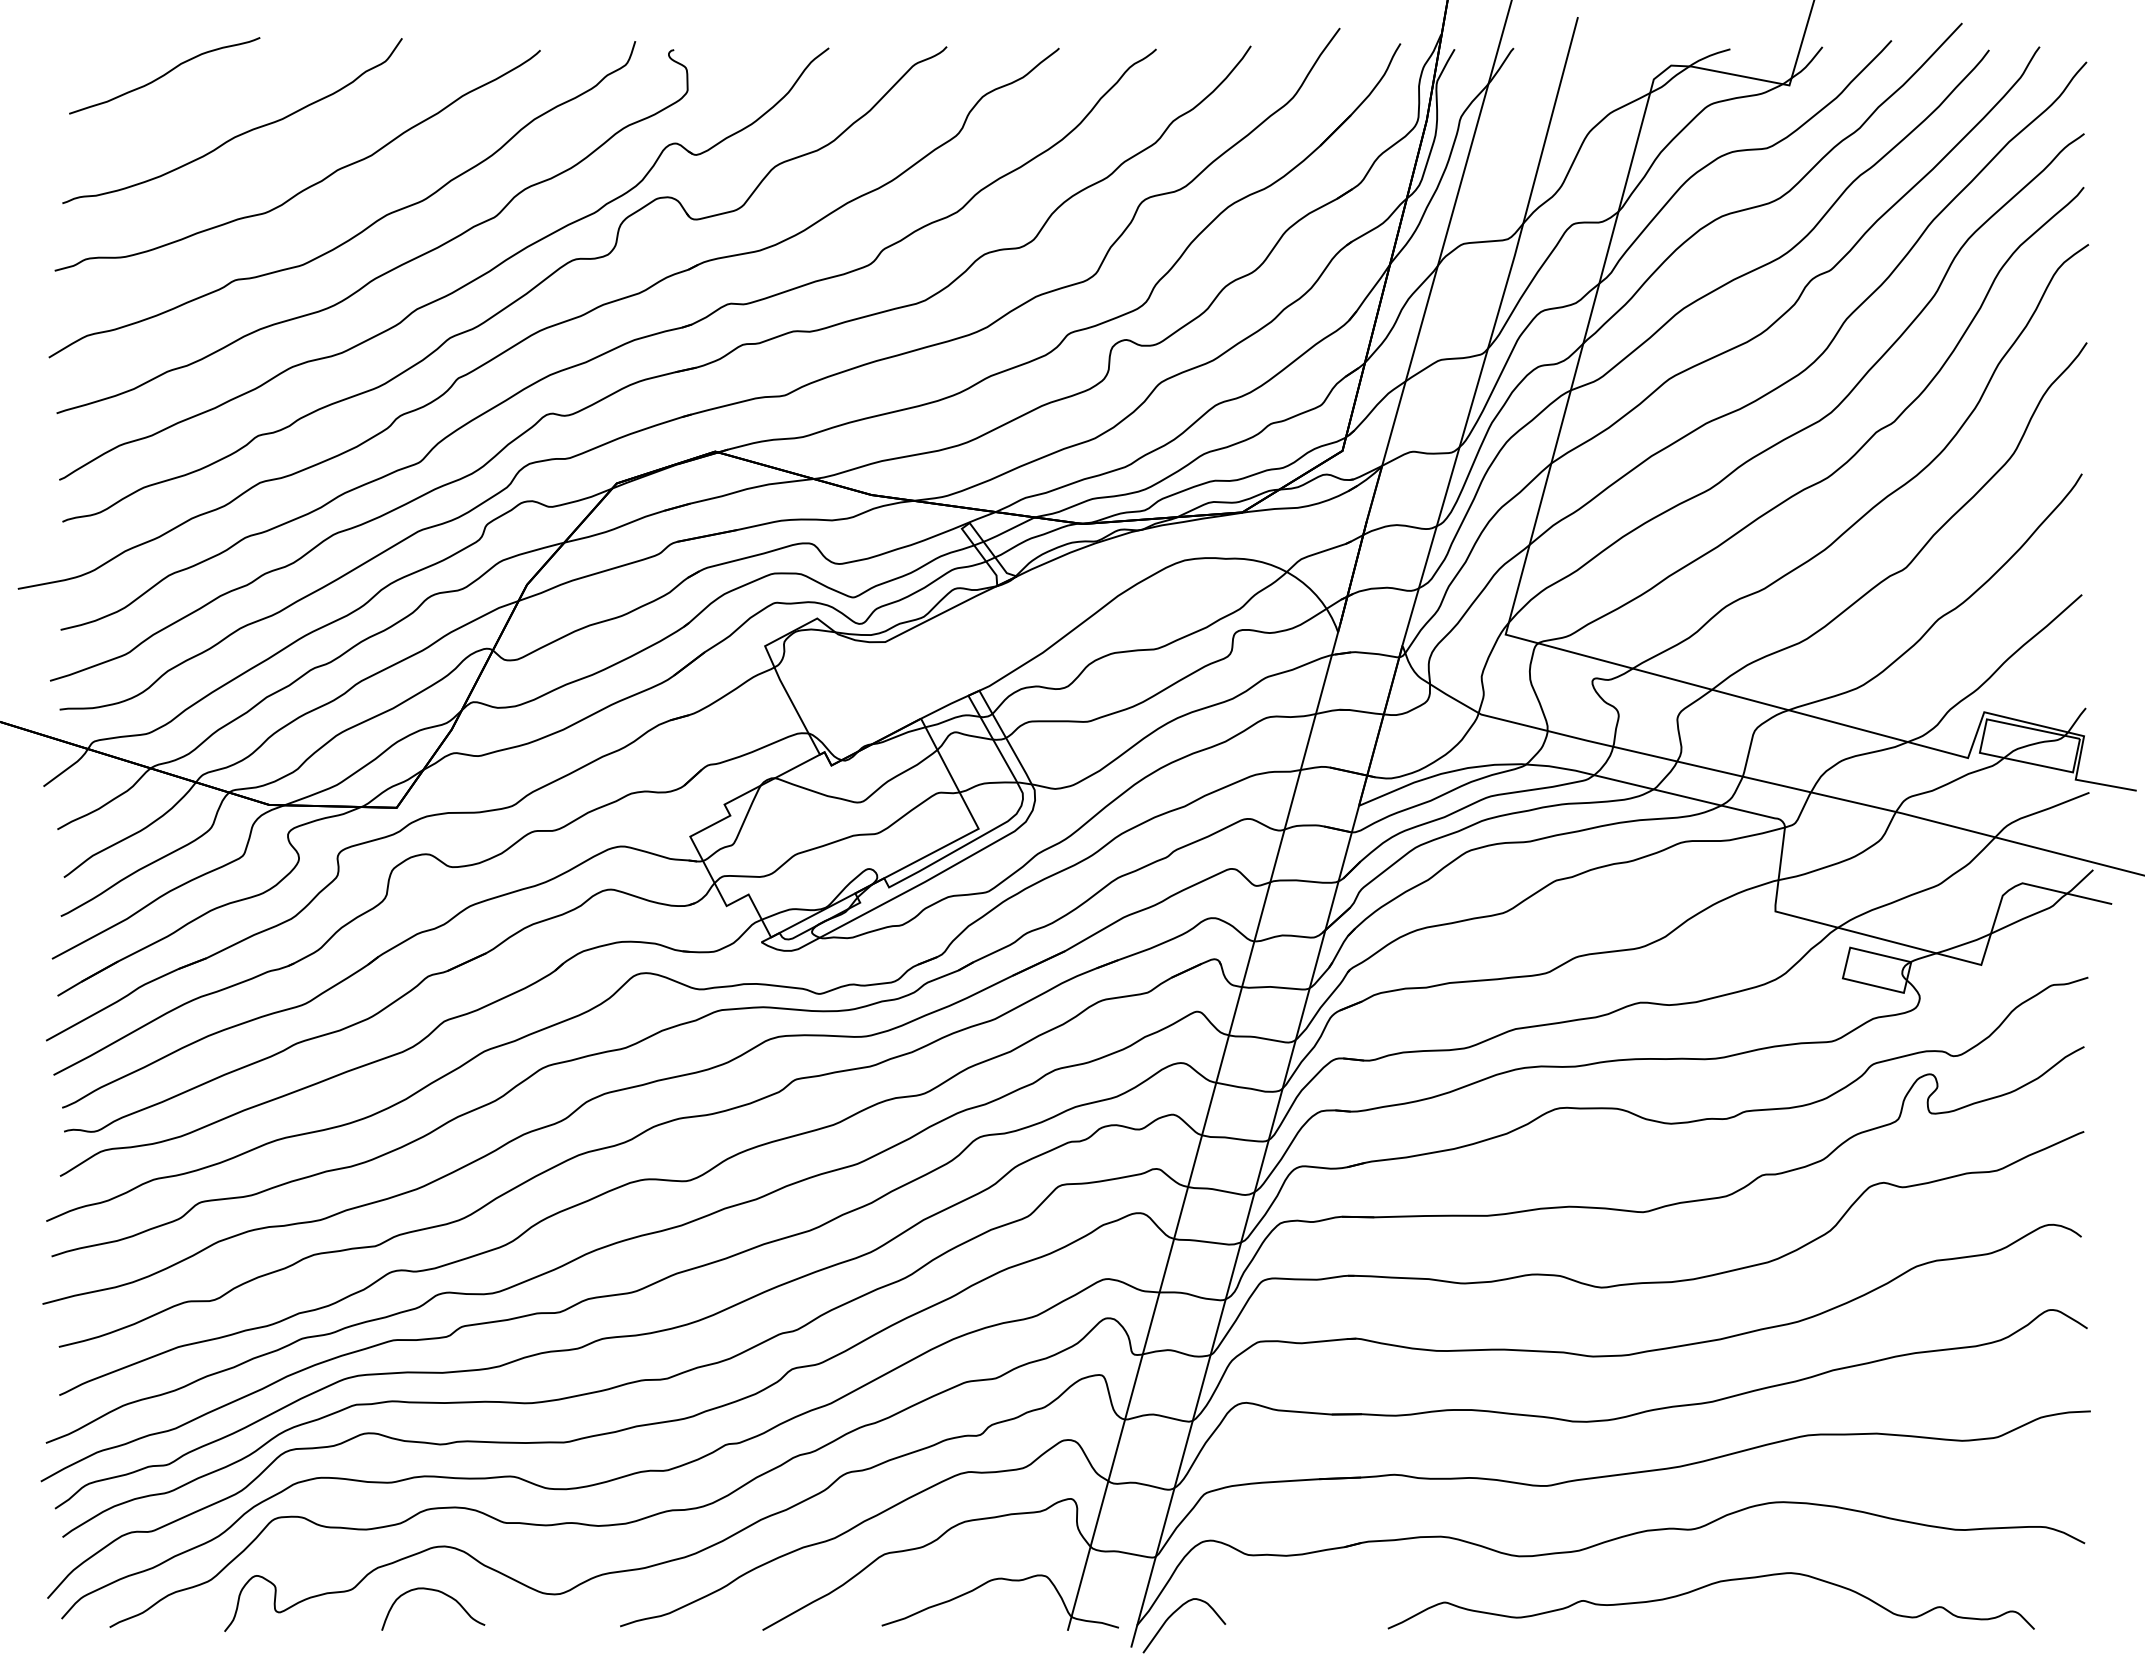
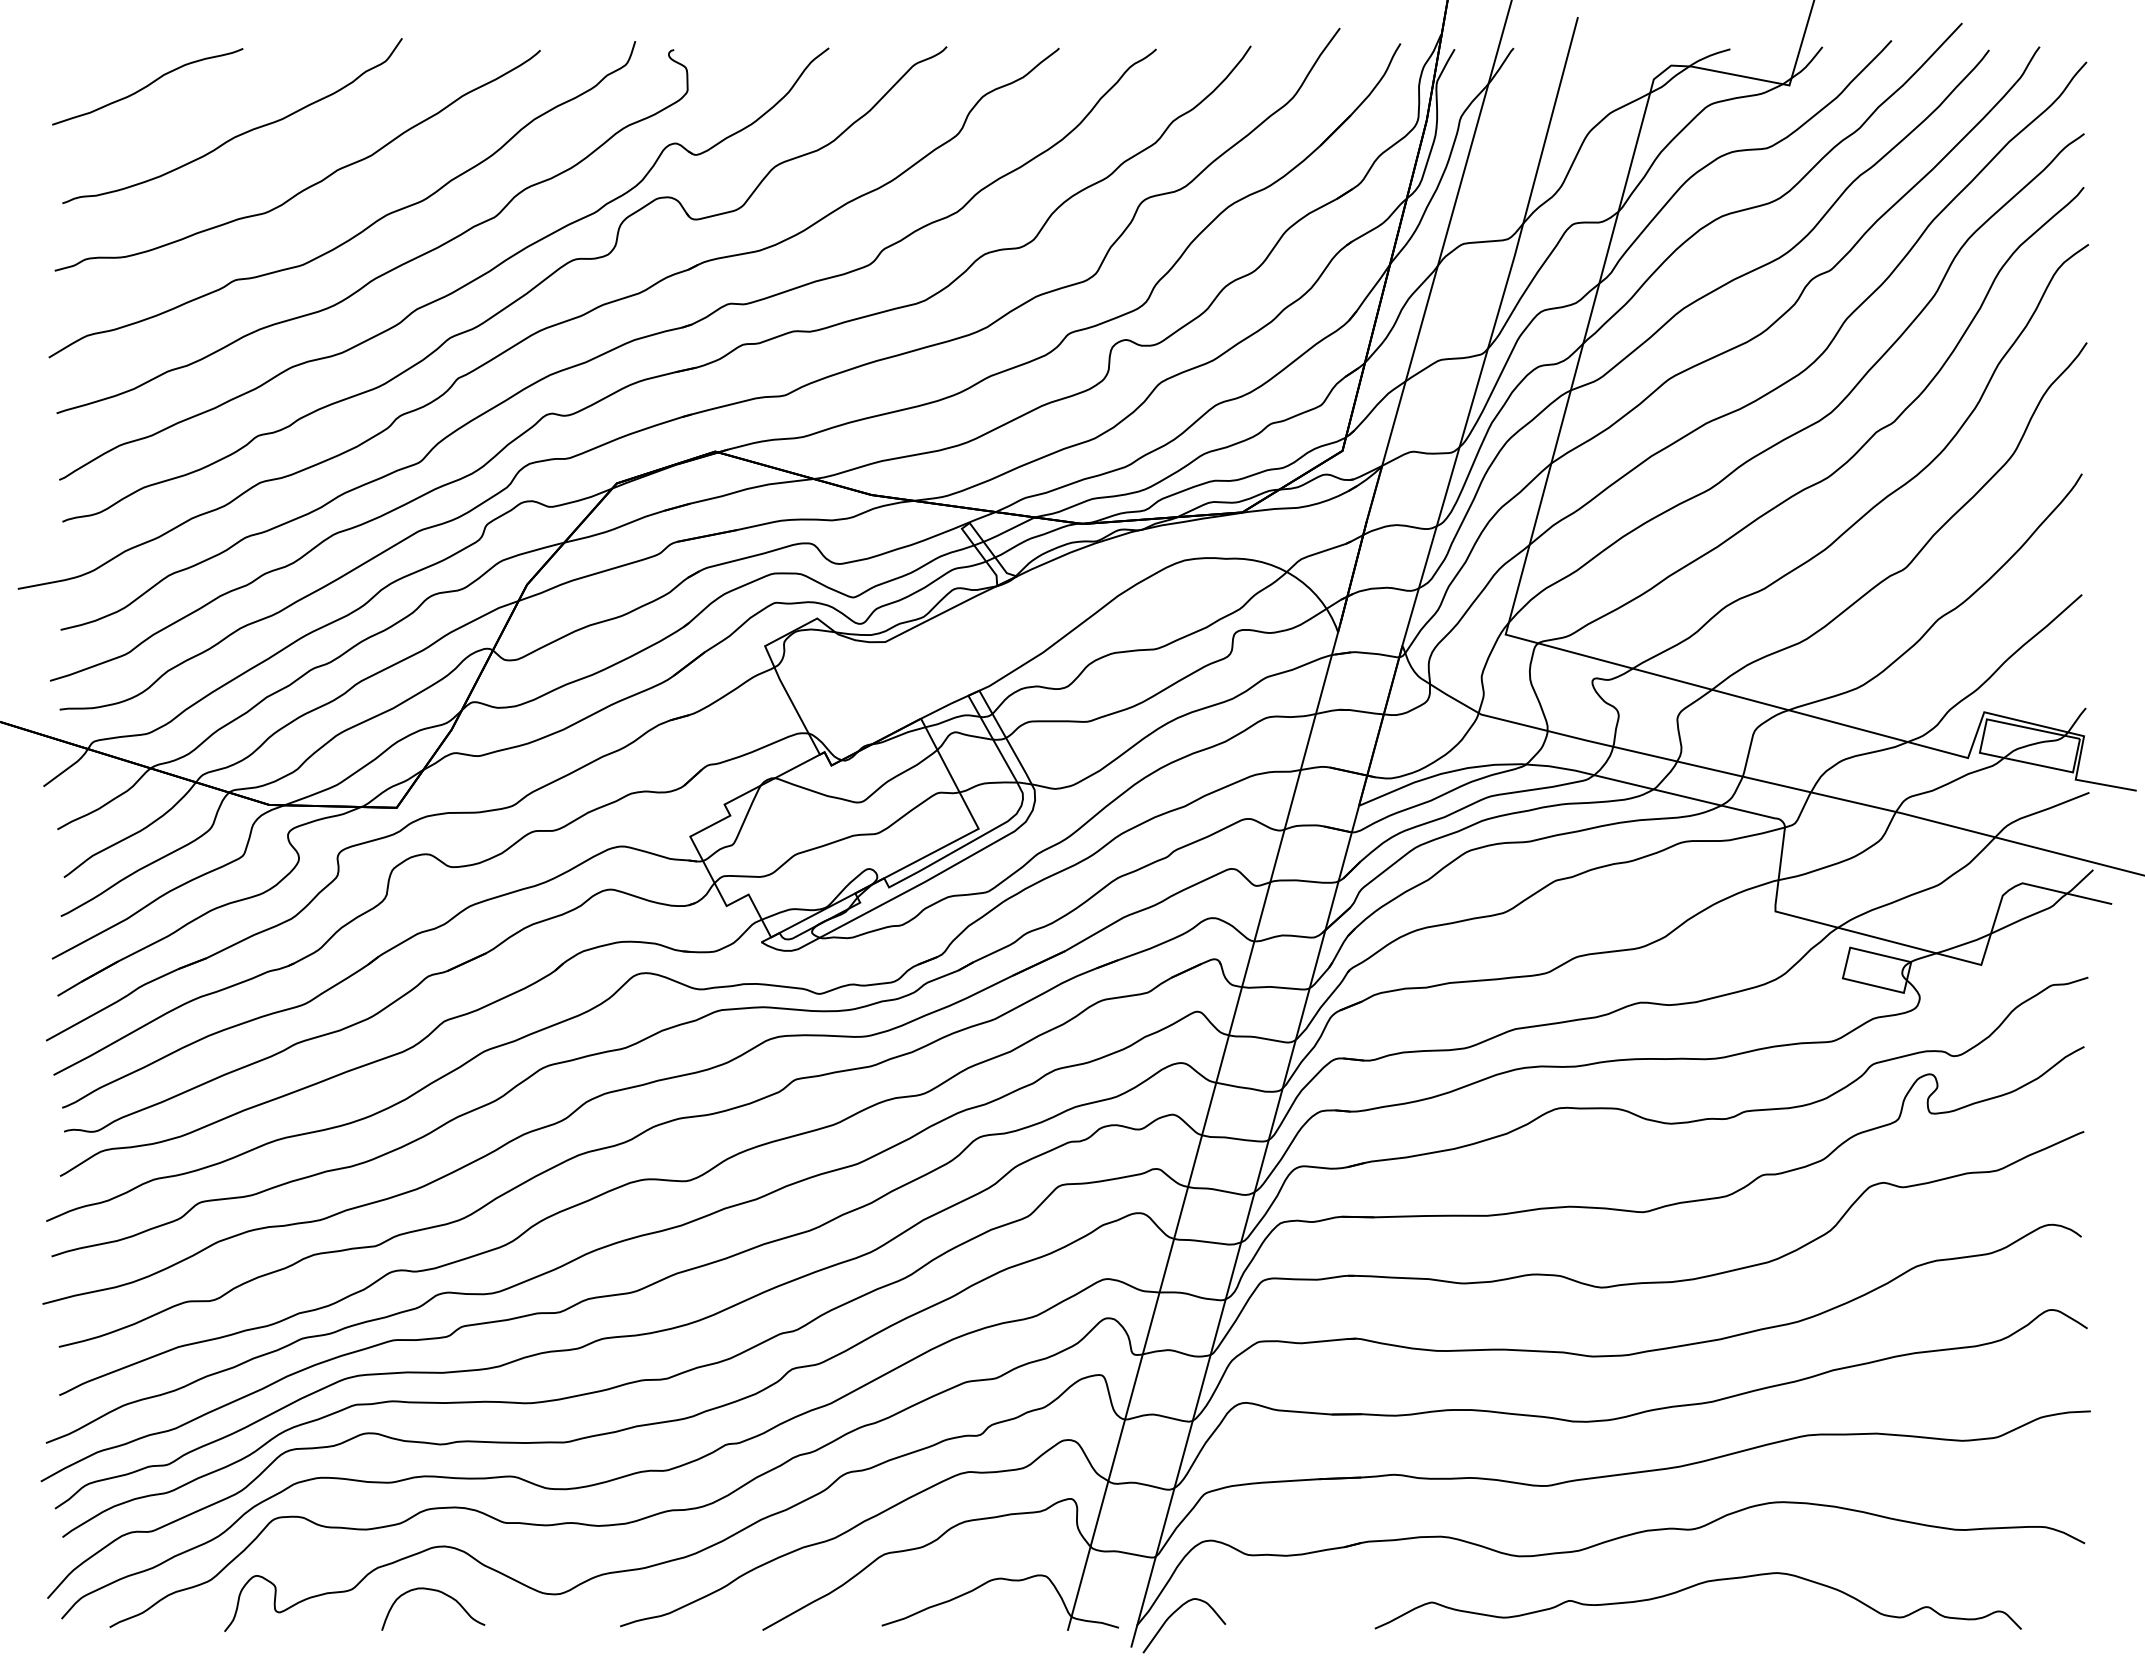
curve at (164, 75) position: (164, 75) -> (147, 86)
curve at (1705, 1587) position: (1705, 1587) -> (1692, 1587)
